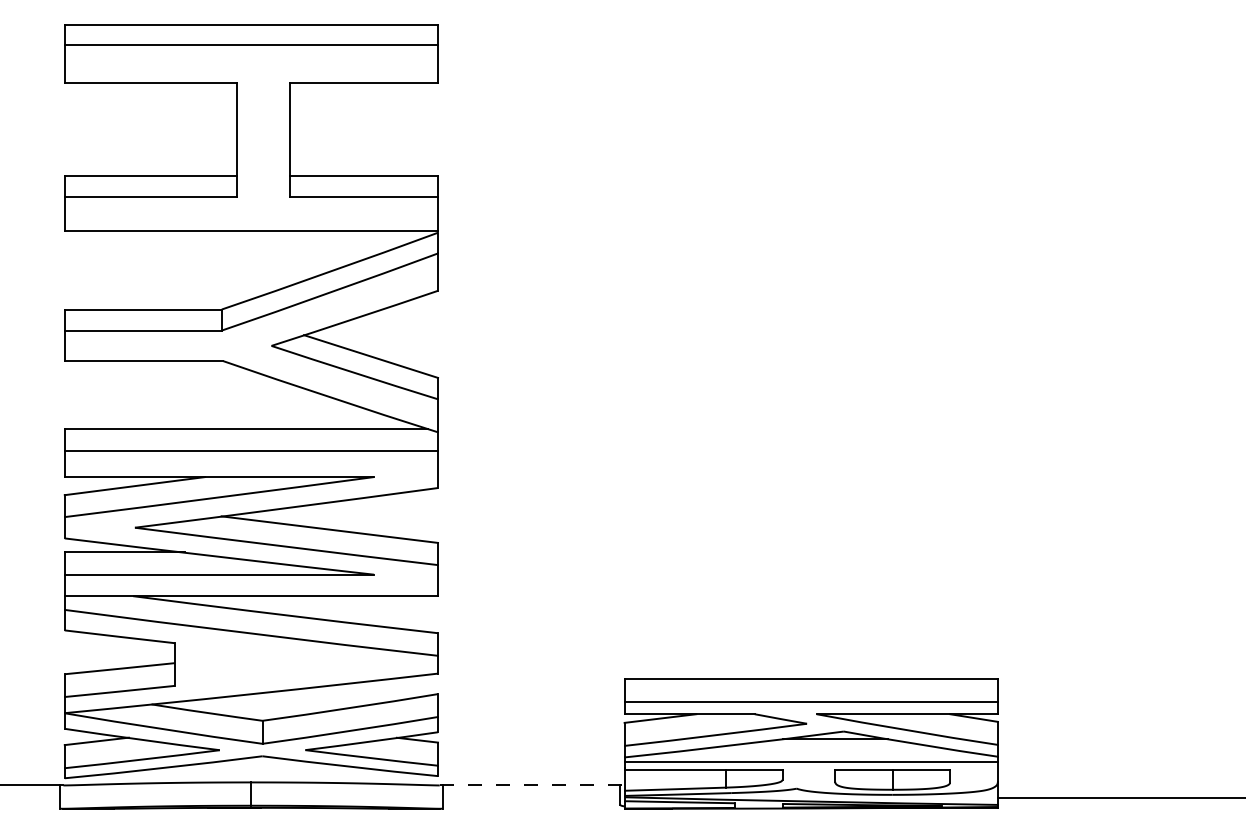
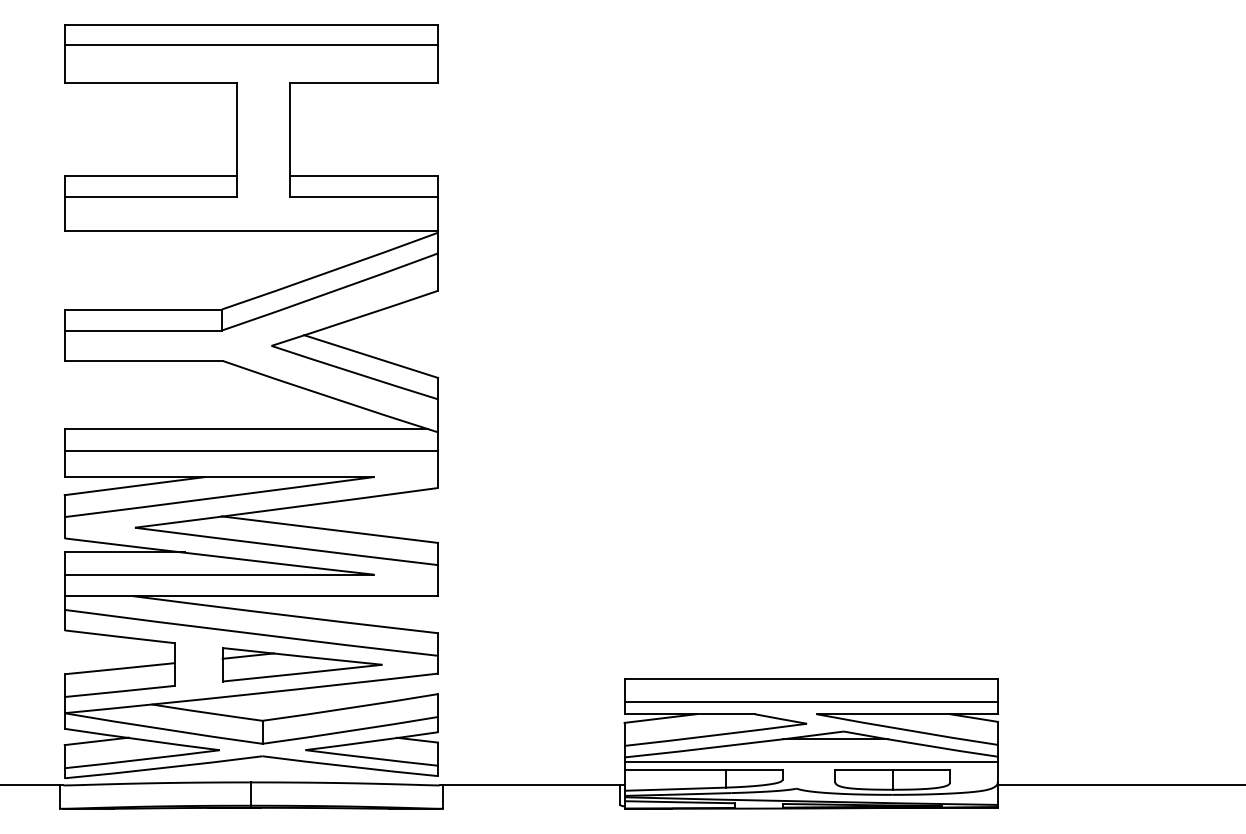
part at (301, 664): none -> present
line at (532, 785): dashed -> solid
line at (1119, 798) position: (1119, 798) -> (1119, 785)
